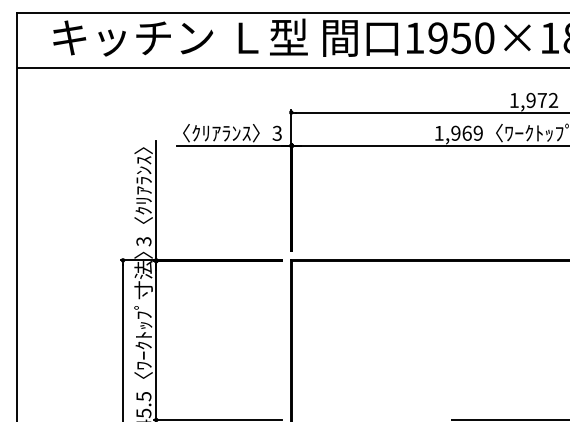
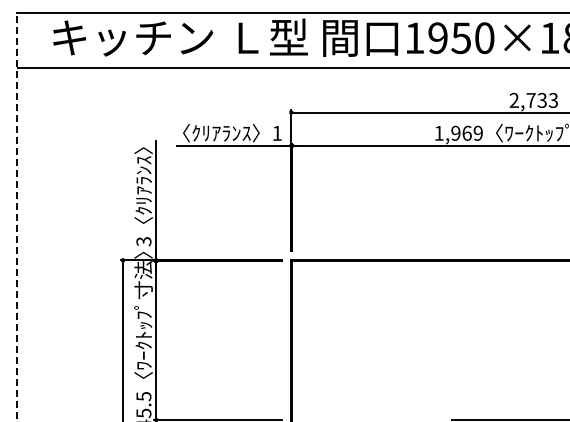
text at (533, 100): 1,972 -> 2,733
text at (276, 132): 3 -> 1
line at (17, 216): solid -> dashed
